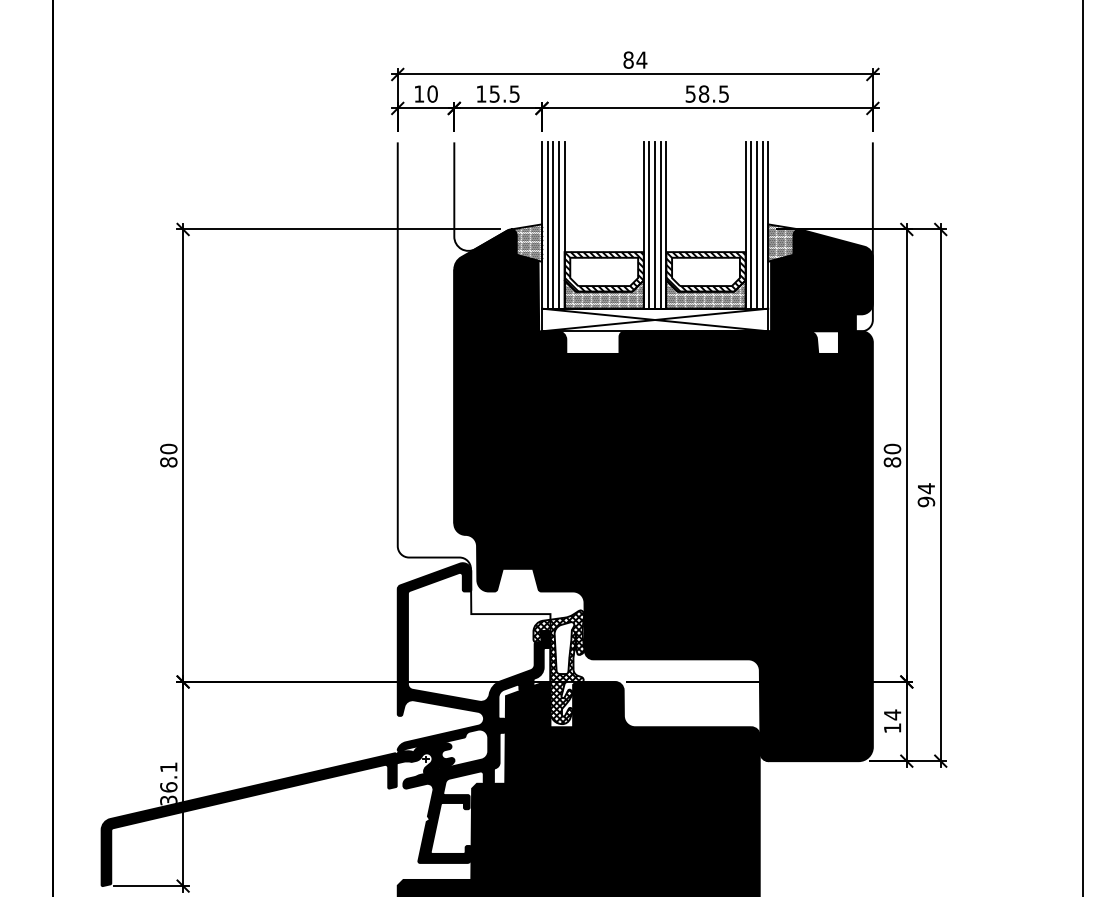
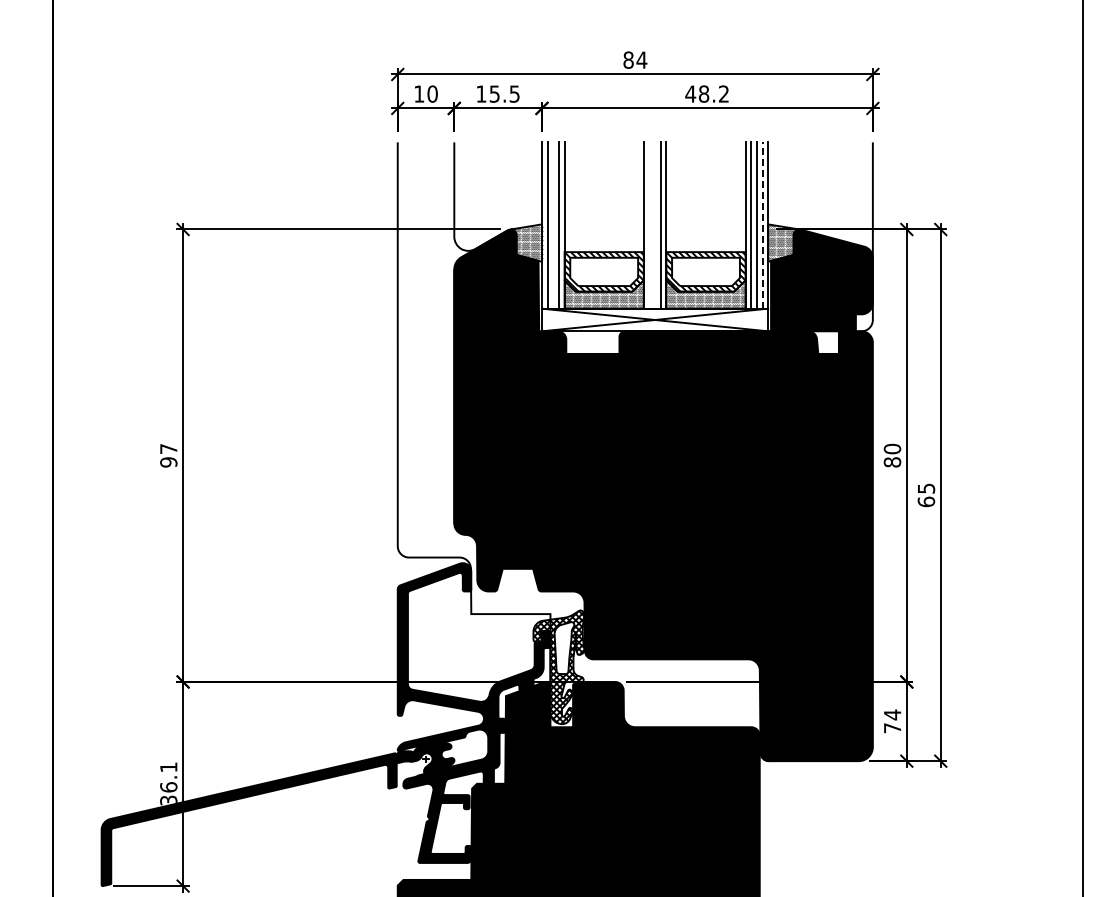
text at (706, 93): 58.5 -> 48.2
line at (553, 225): present -> none
line at (649, 225): present -> none
line at (655, 225): present -> none
line at (762, 225): solid -> dashed
text at (168, 455): 80 -> 97
text at (926, 495): 94 -> 65
text at (892, 728): 14 -> 74
